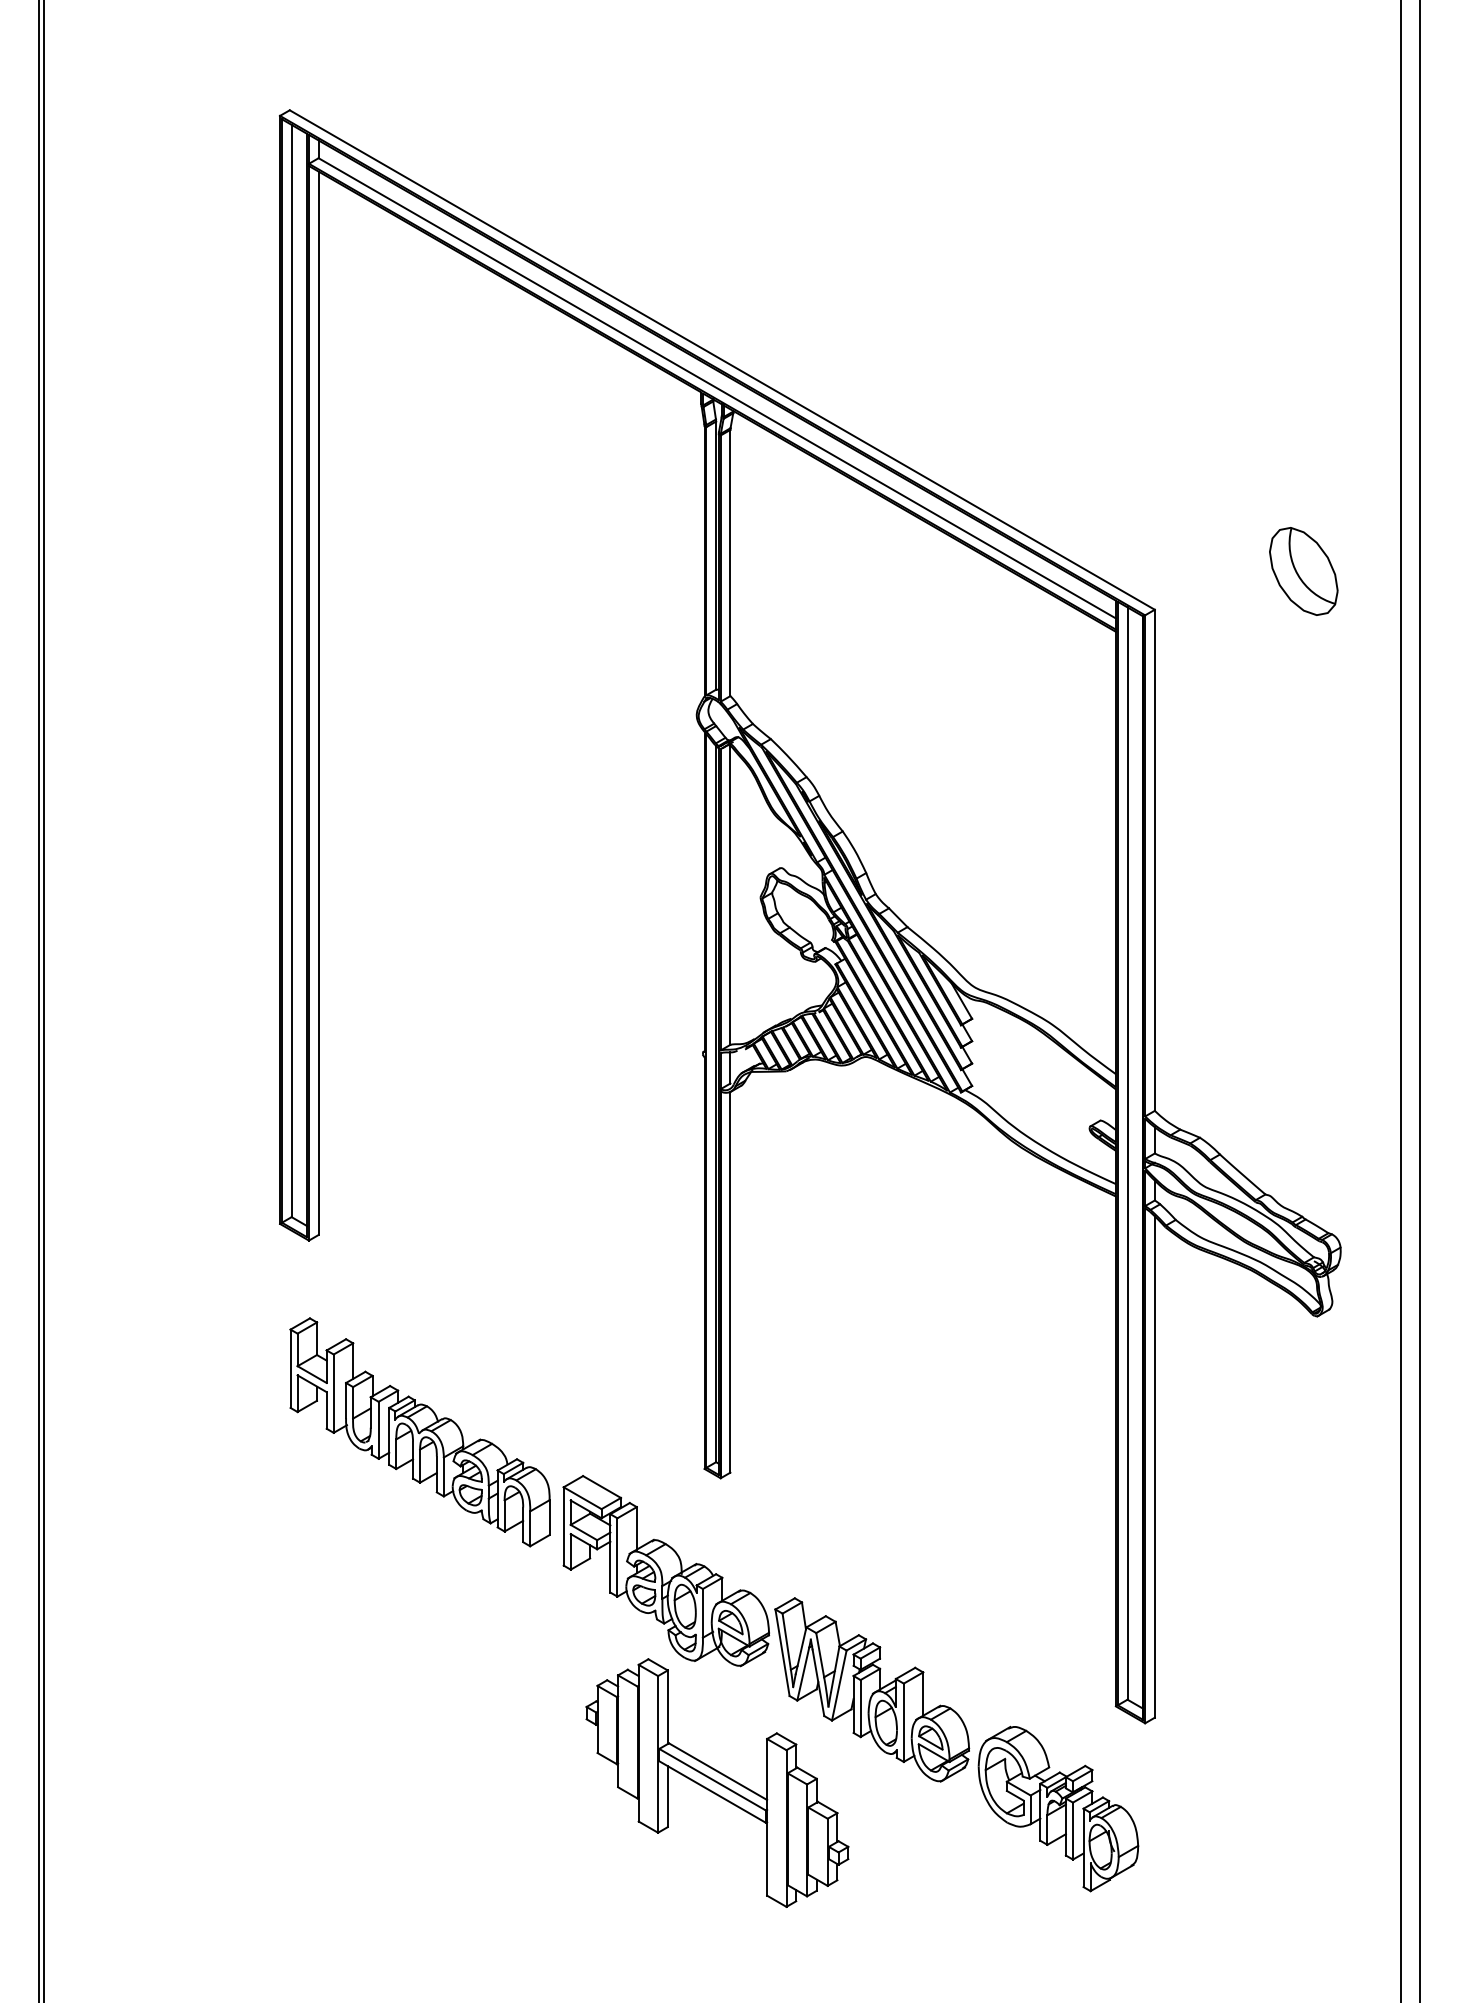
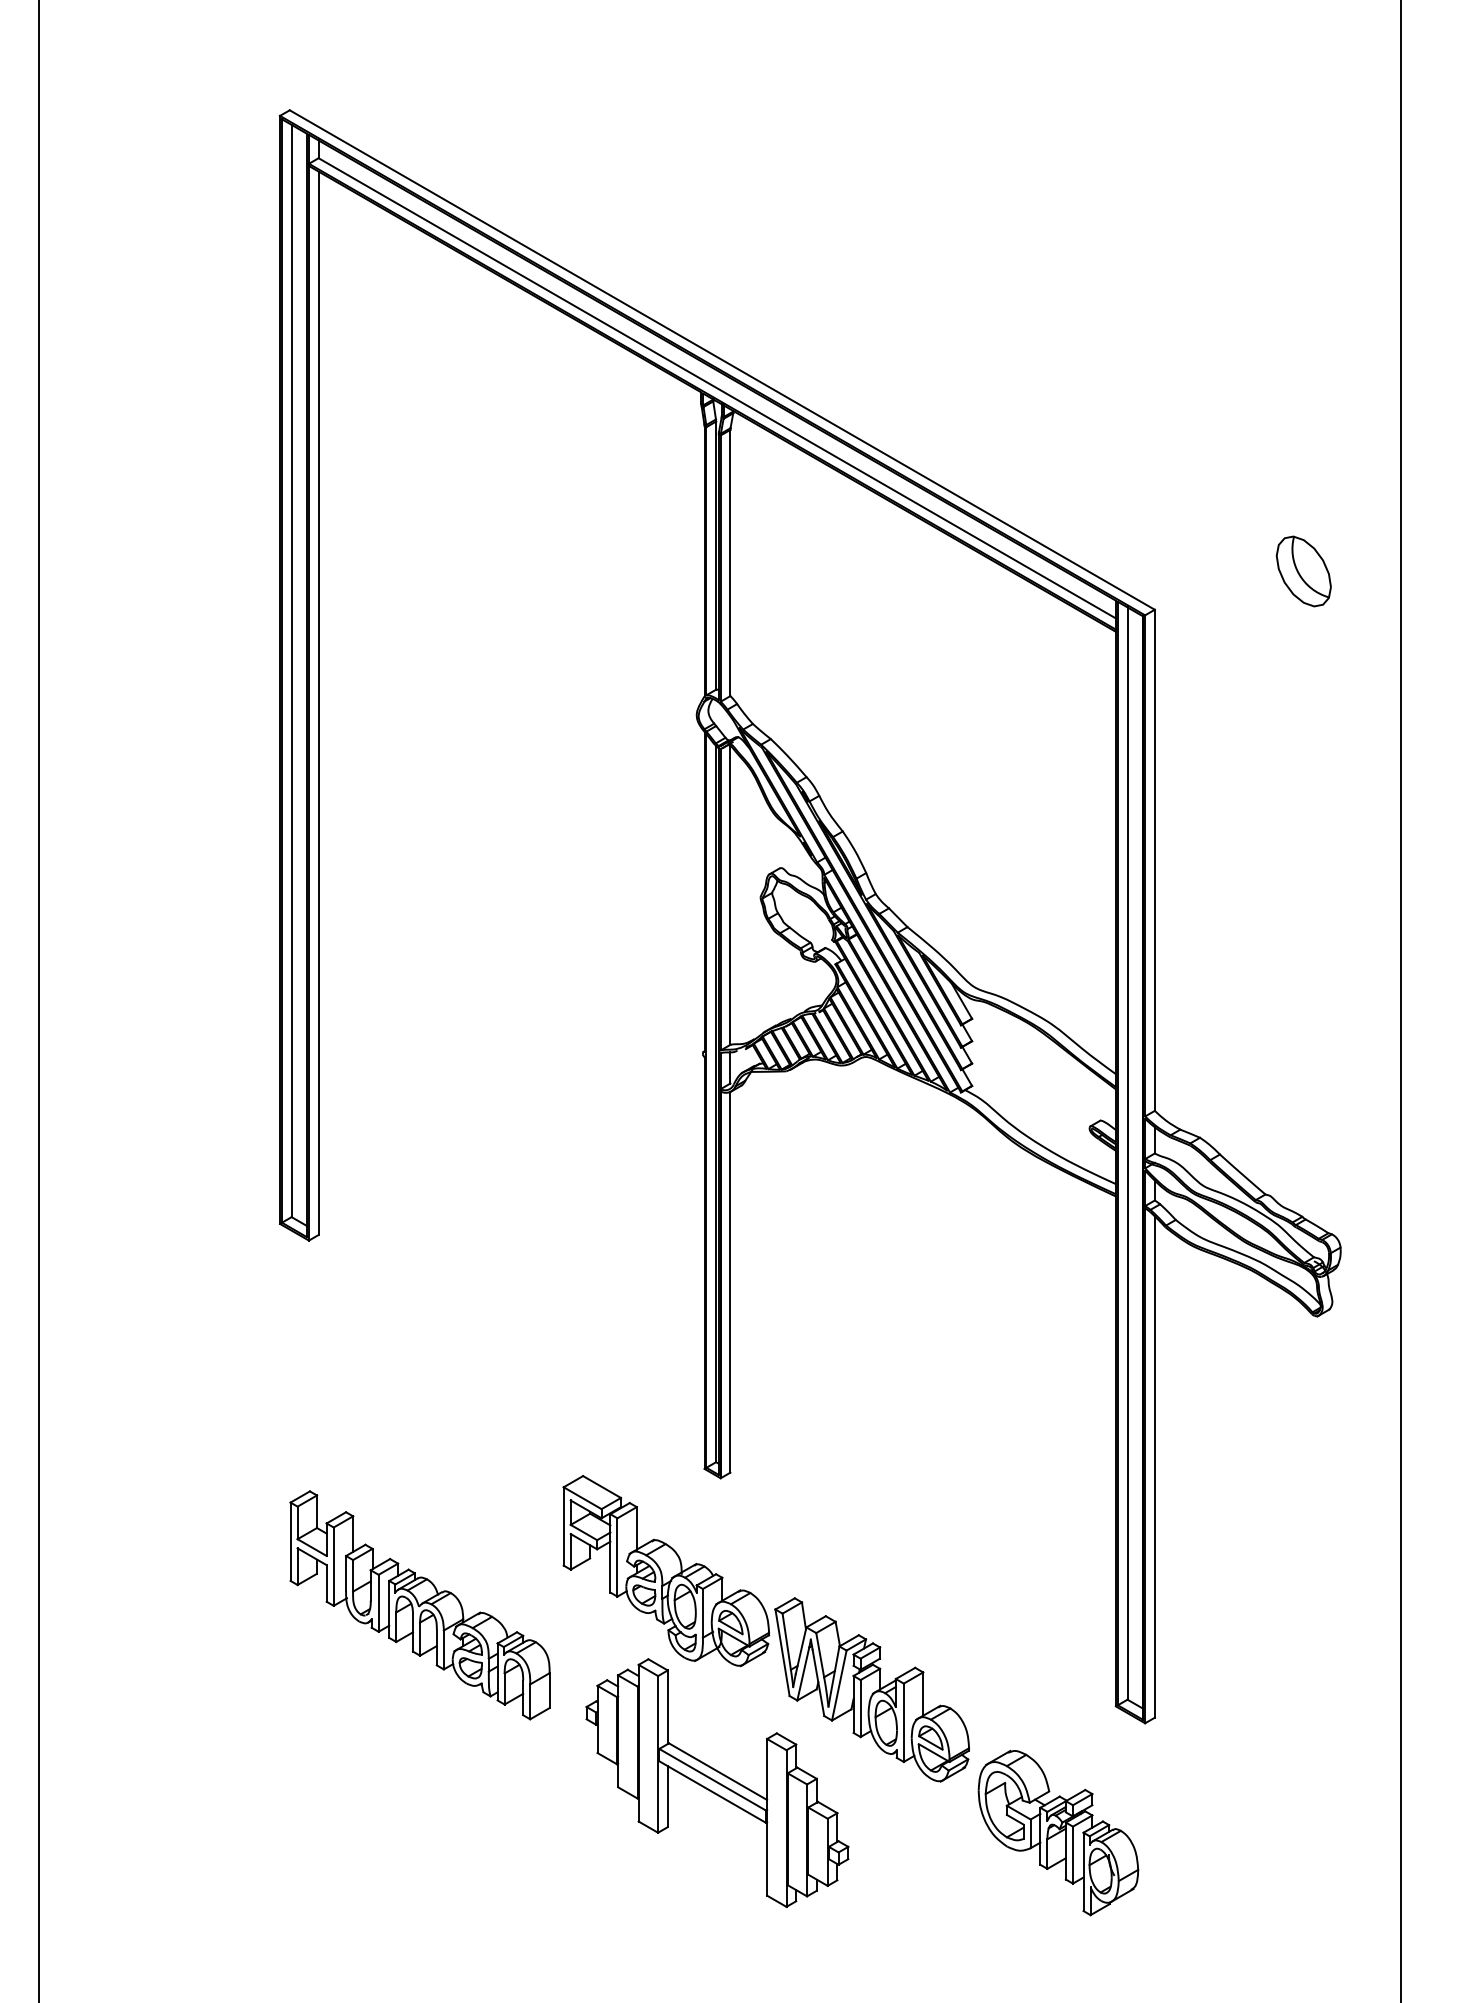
part at (1303, 571) size: 70x89 px -> 57x73 px
line at (43, 1000): present -> none
line at (1420, 1000): present -> none
part at (419, 1432) position: (419, 1432) -> (419, 1605)
part at (1058, 1808) position: (1058, 1808) -> (1058, 1832)
